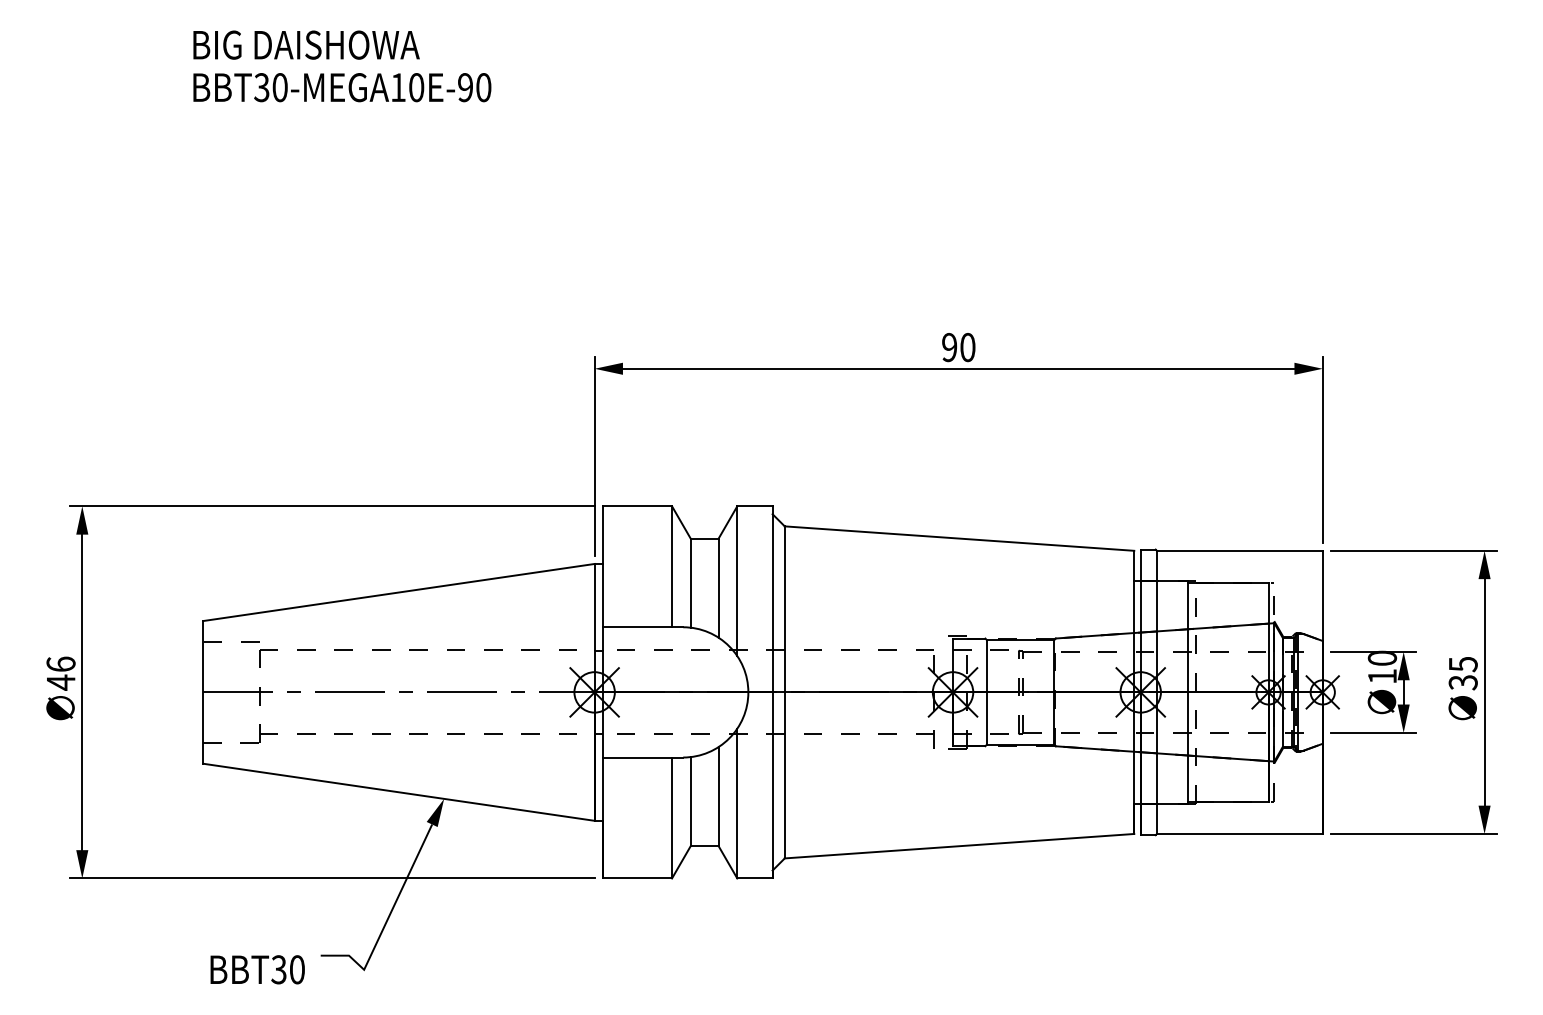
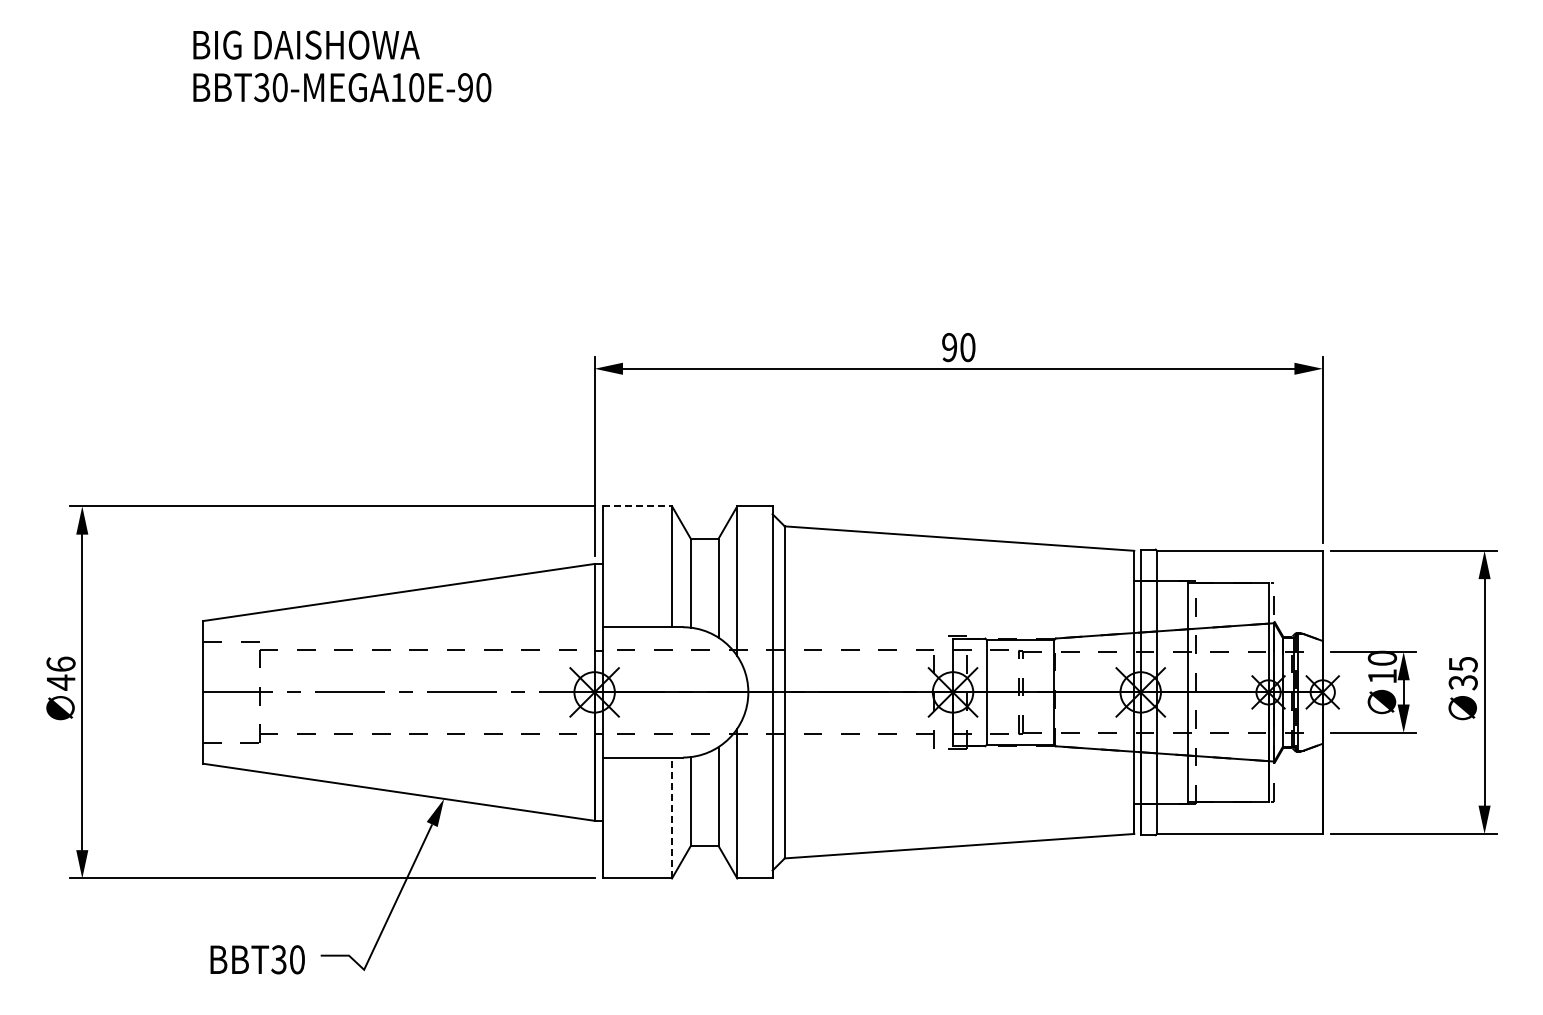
line at (637, 506): solid -> dashed
line at (672, 817): solid -> dashed
text at (257, 969) position: (257, 969) -> (257, 959)
